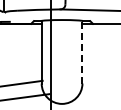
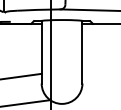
line at (82, 51): dashed -> solid
line at (22, 83) position: (22, 83) -> (21, 76)
line at (25, 97) position: (25, 97) -> (26, 103)
